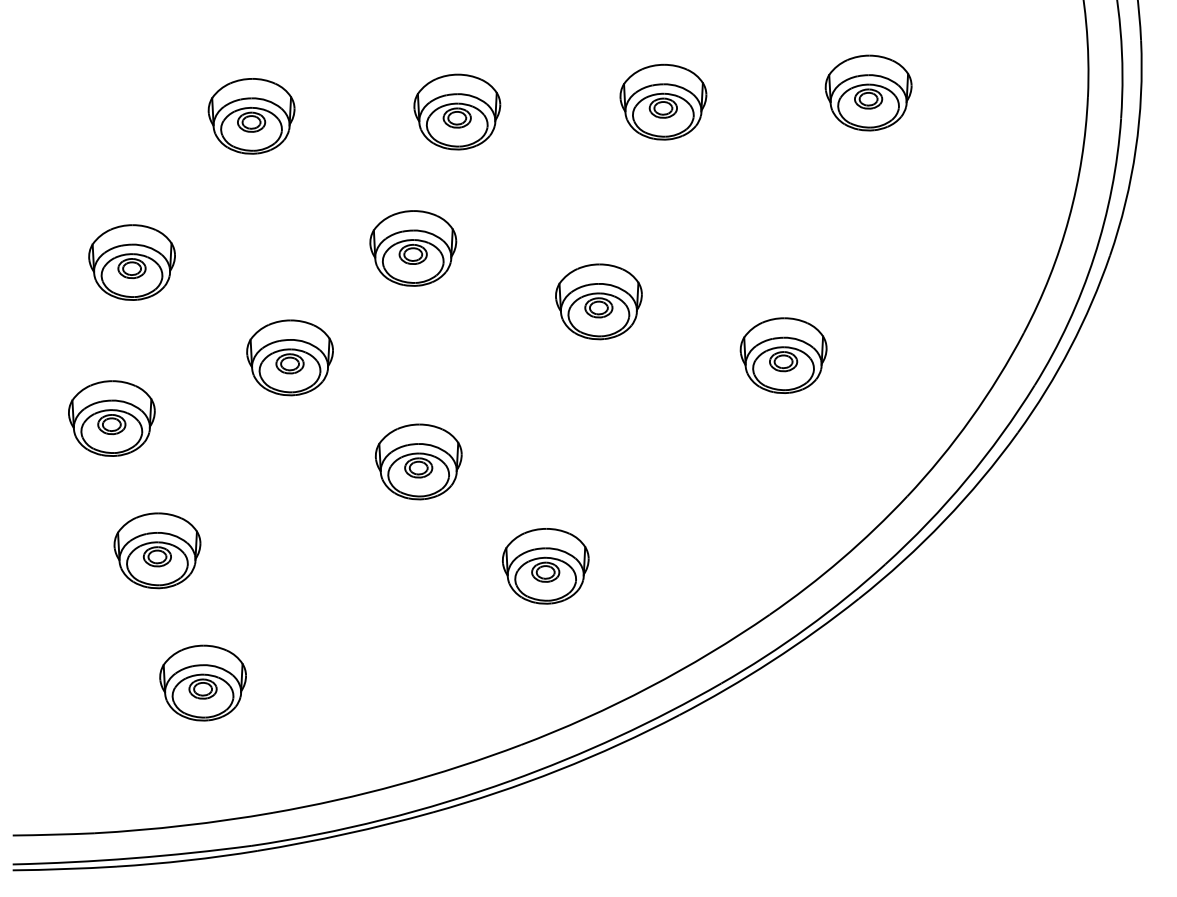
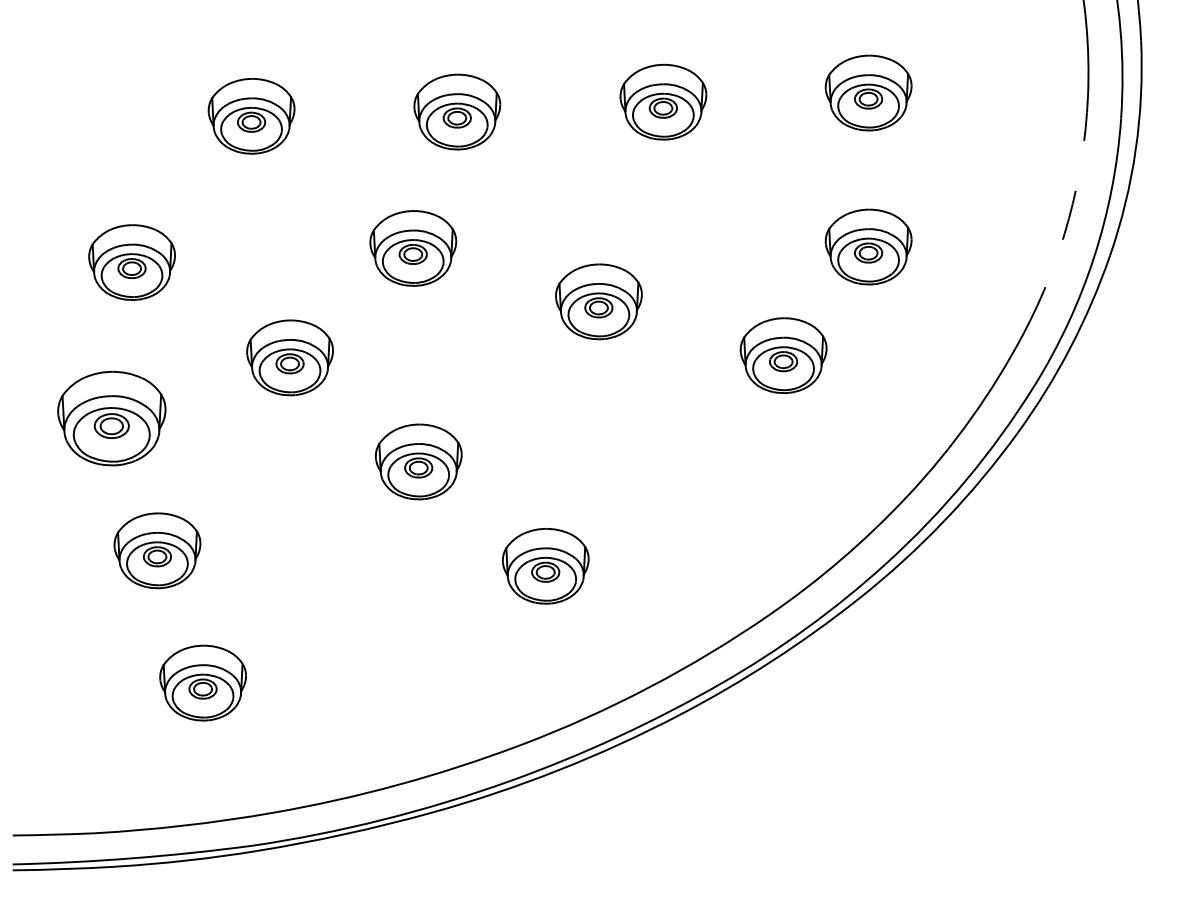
arc at (1069, 218): solid -> dashed
part at (868, 246): none -> present
part at (111, 418) size: 88x77 px -> 110x96 px
